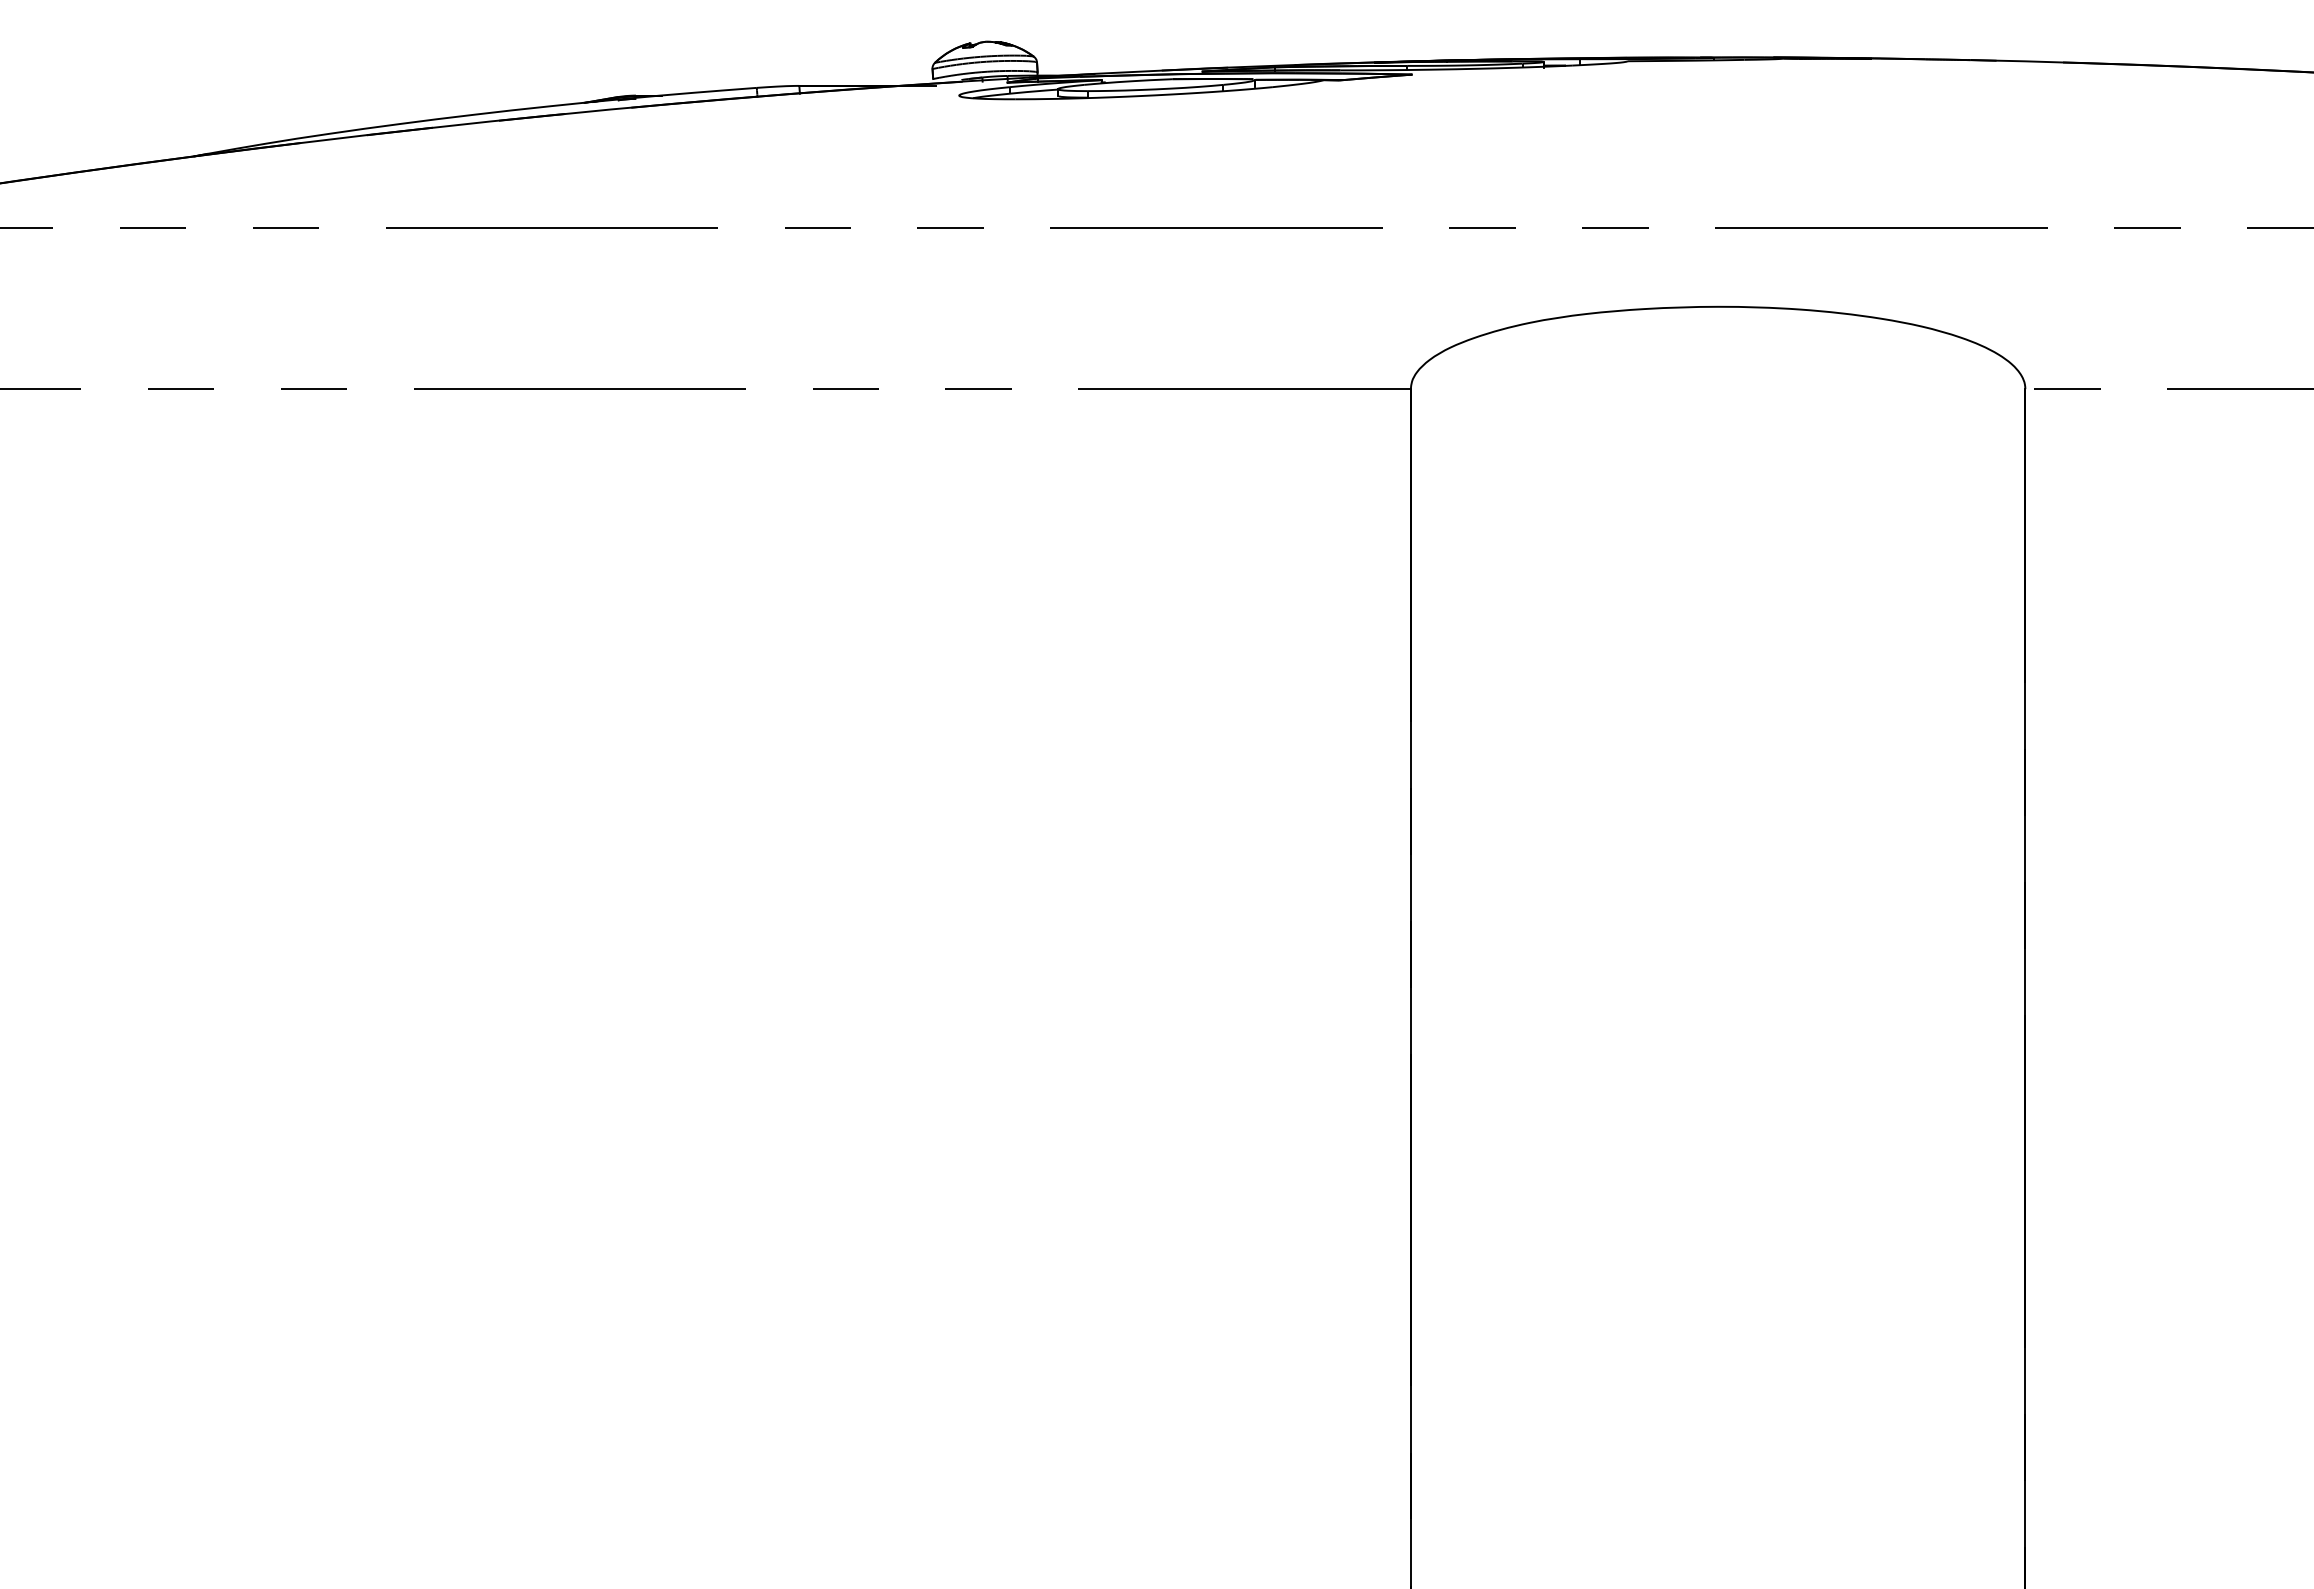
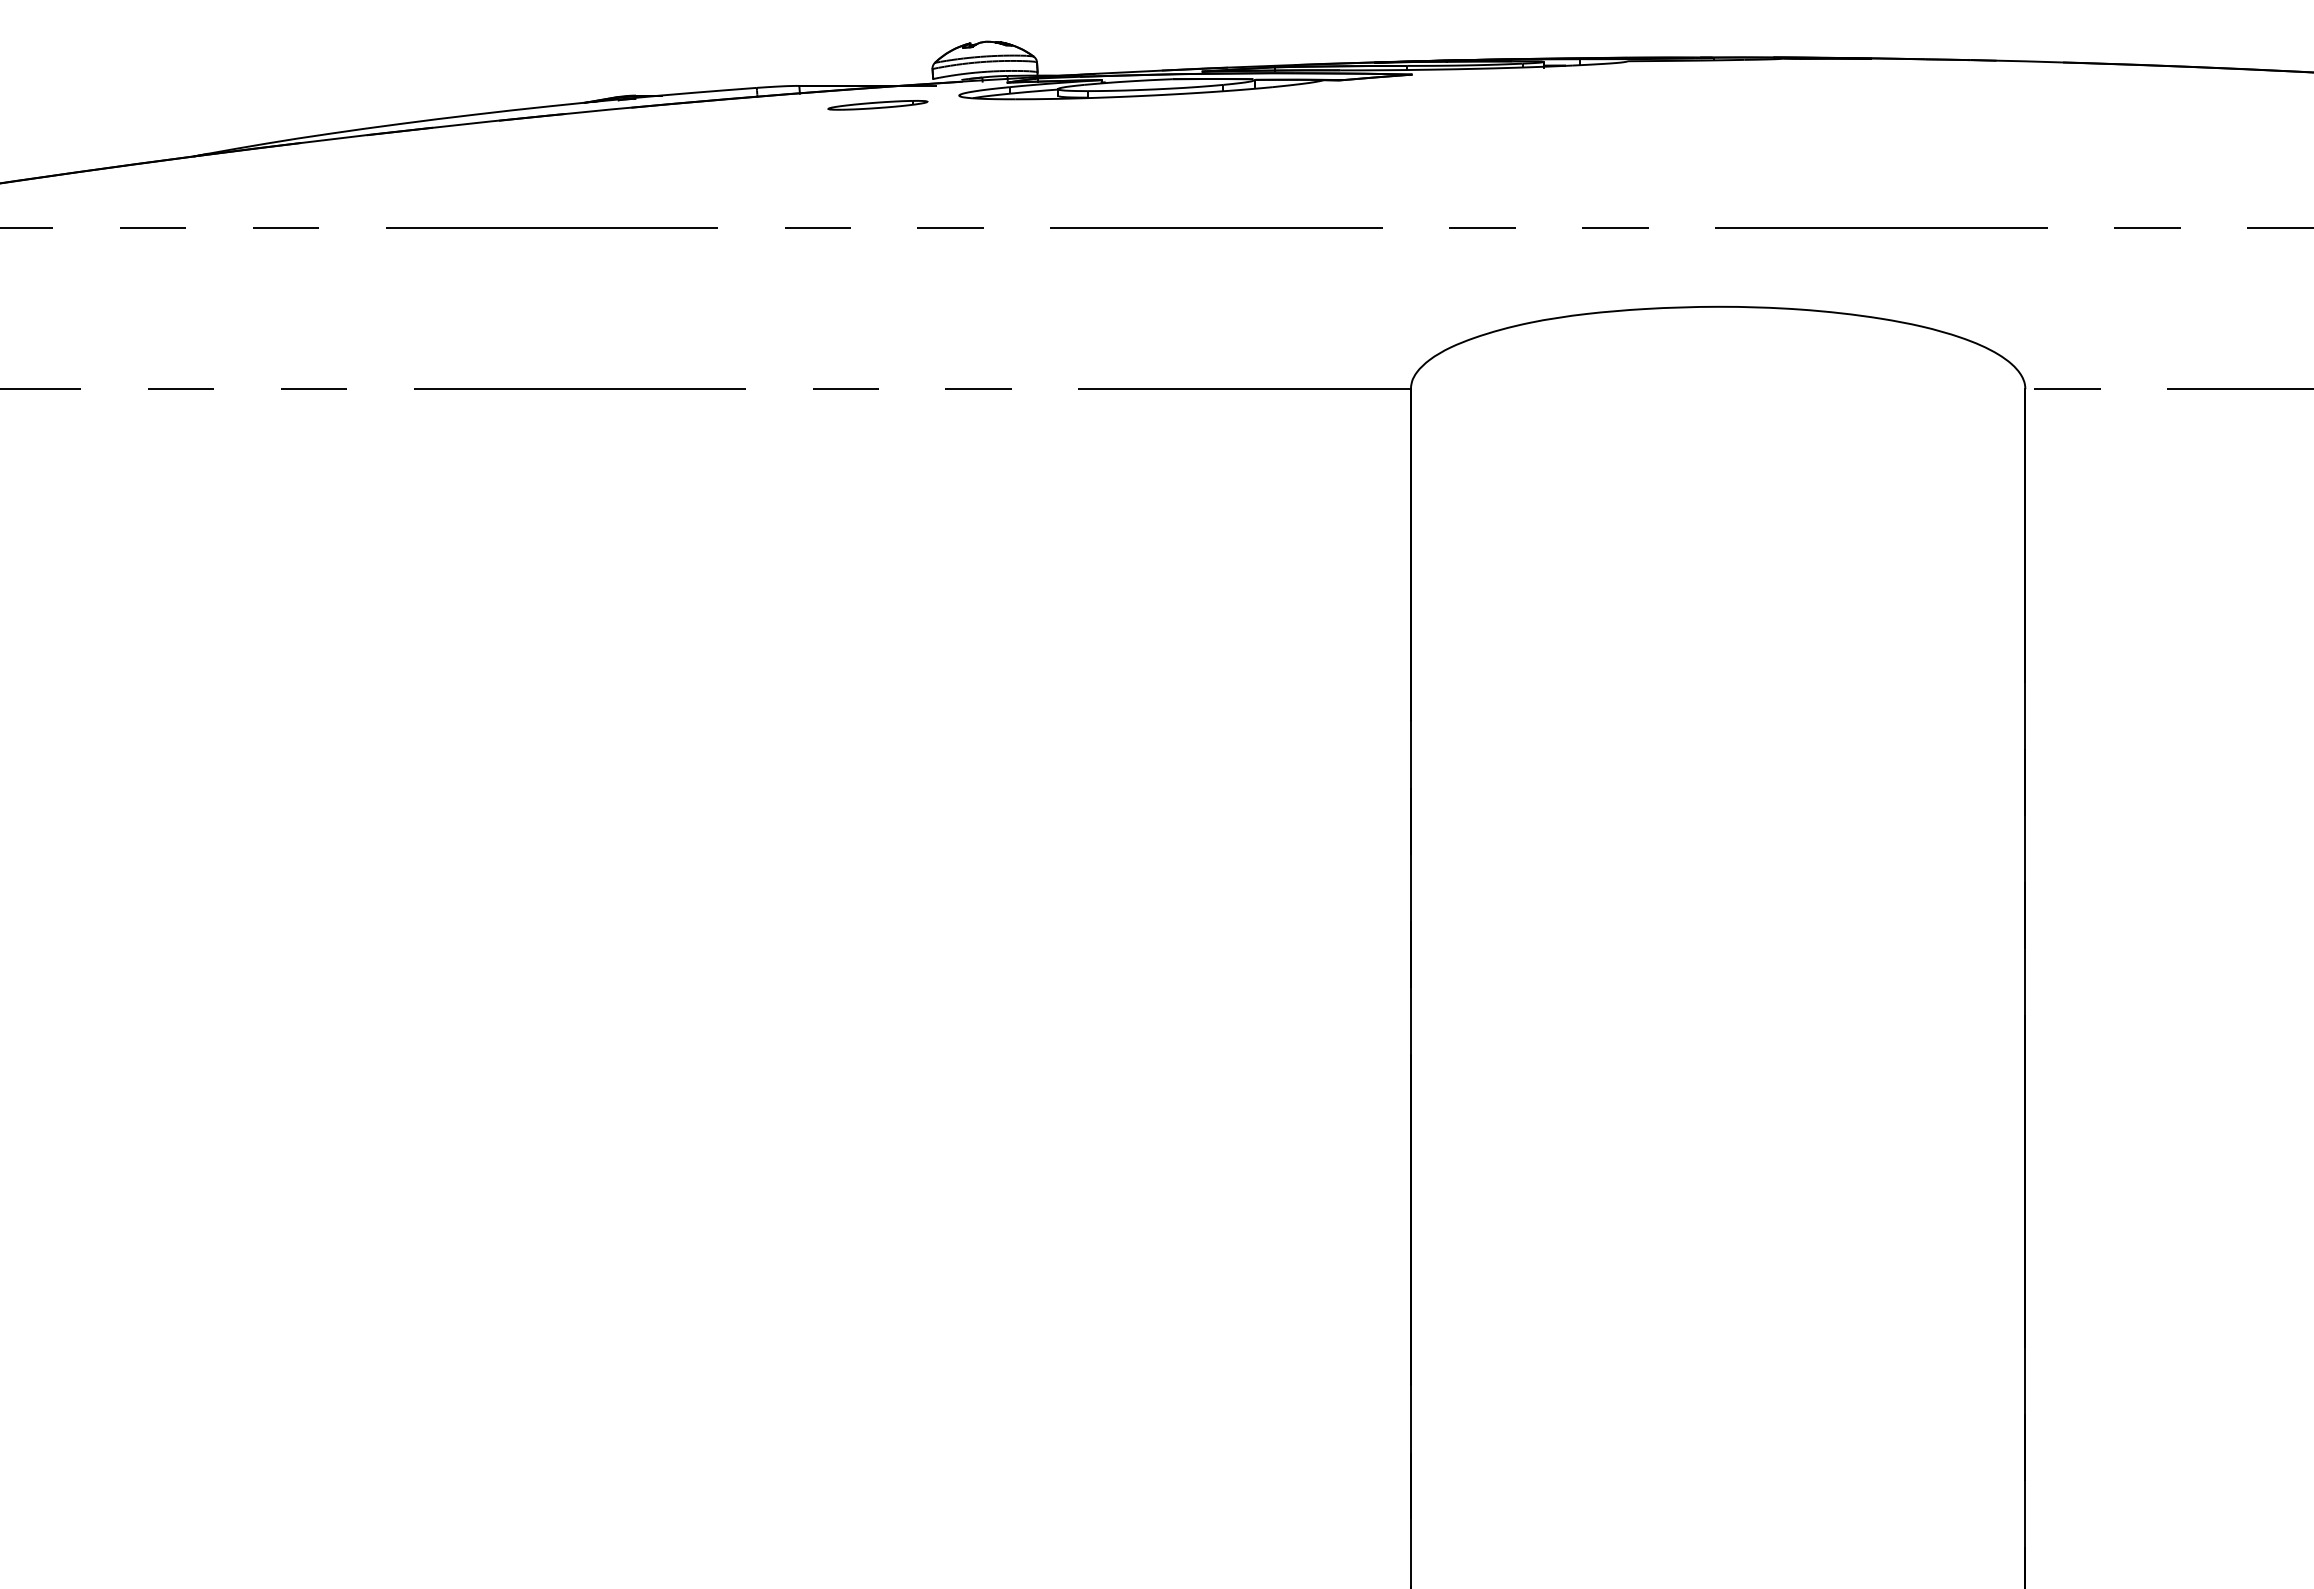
part at (877, 105): none -> present
